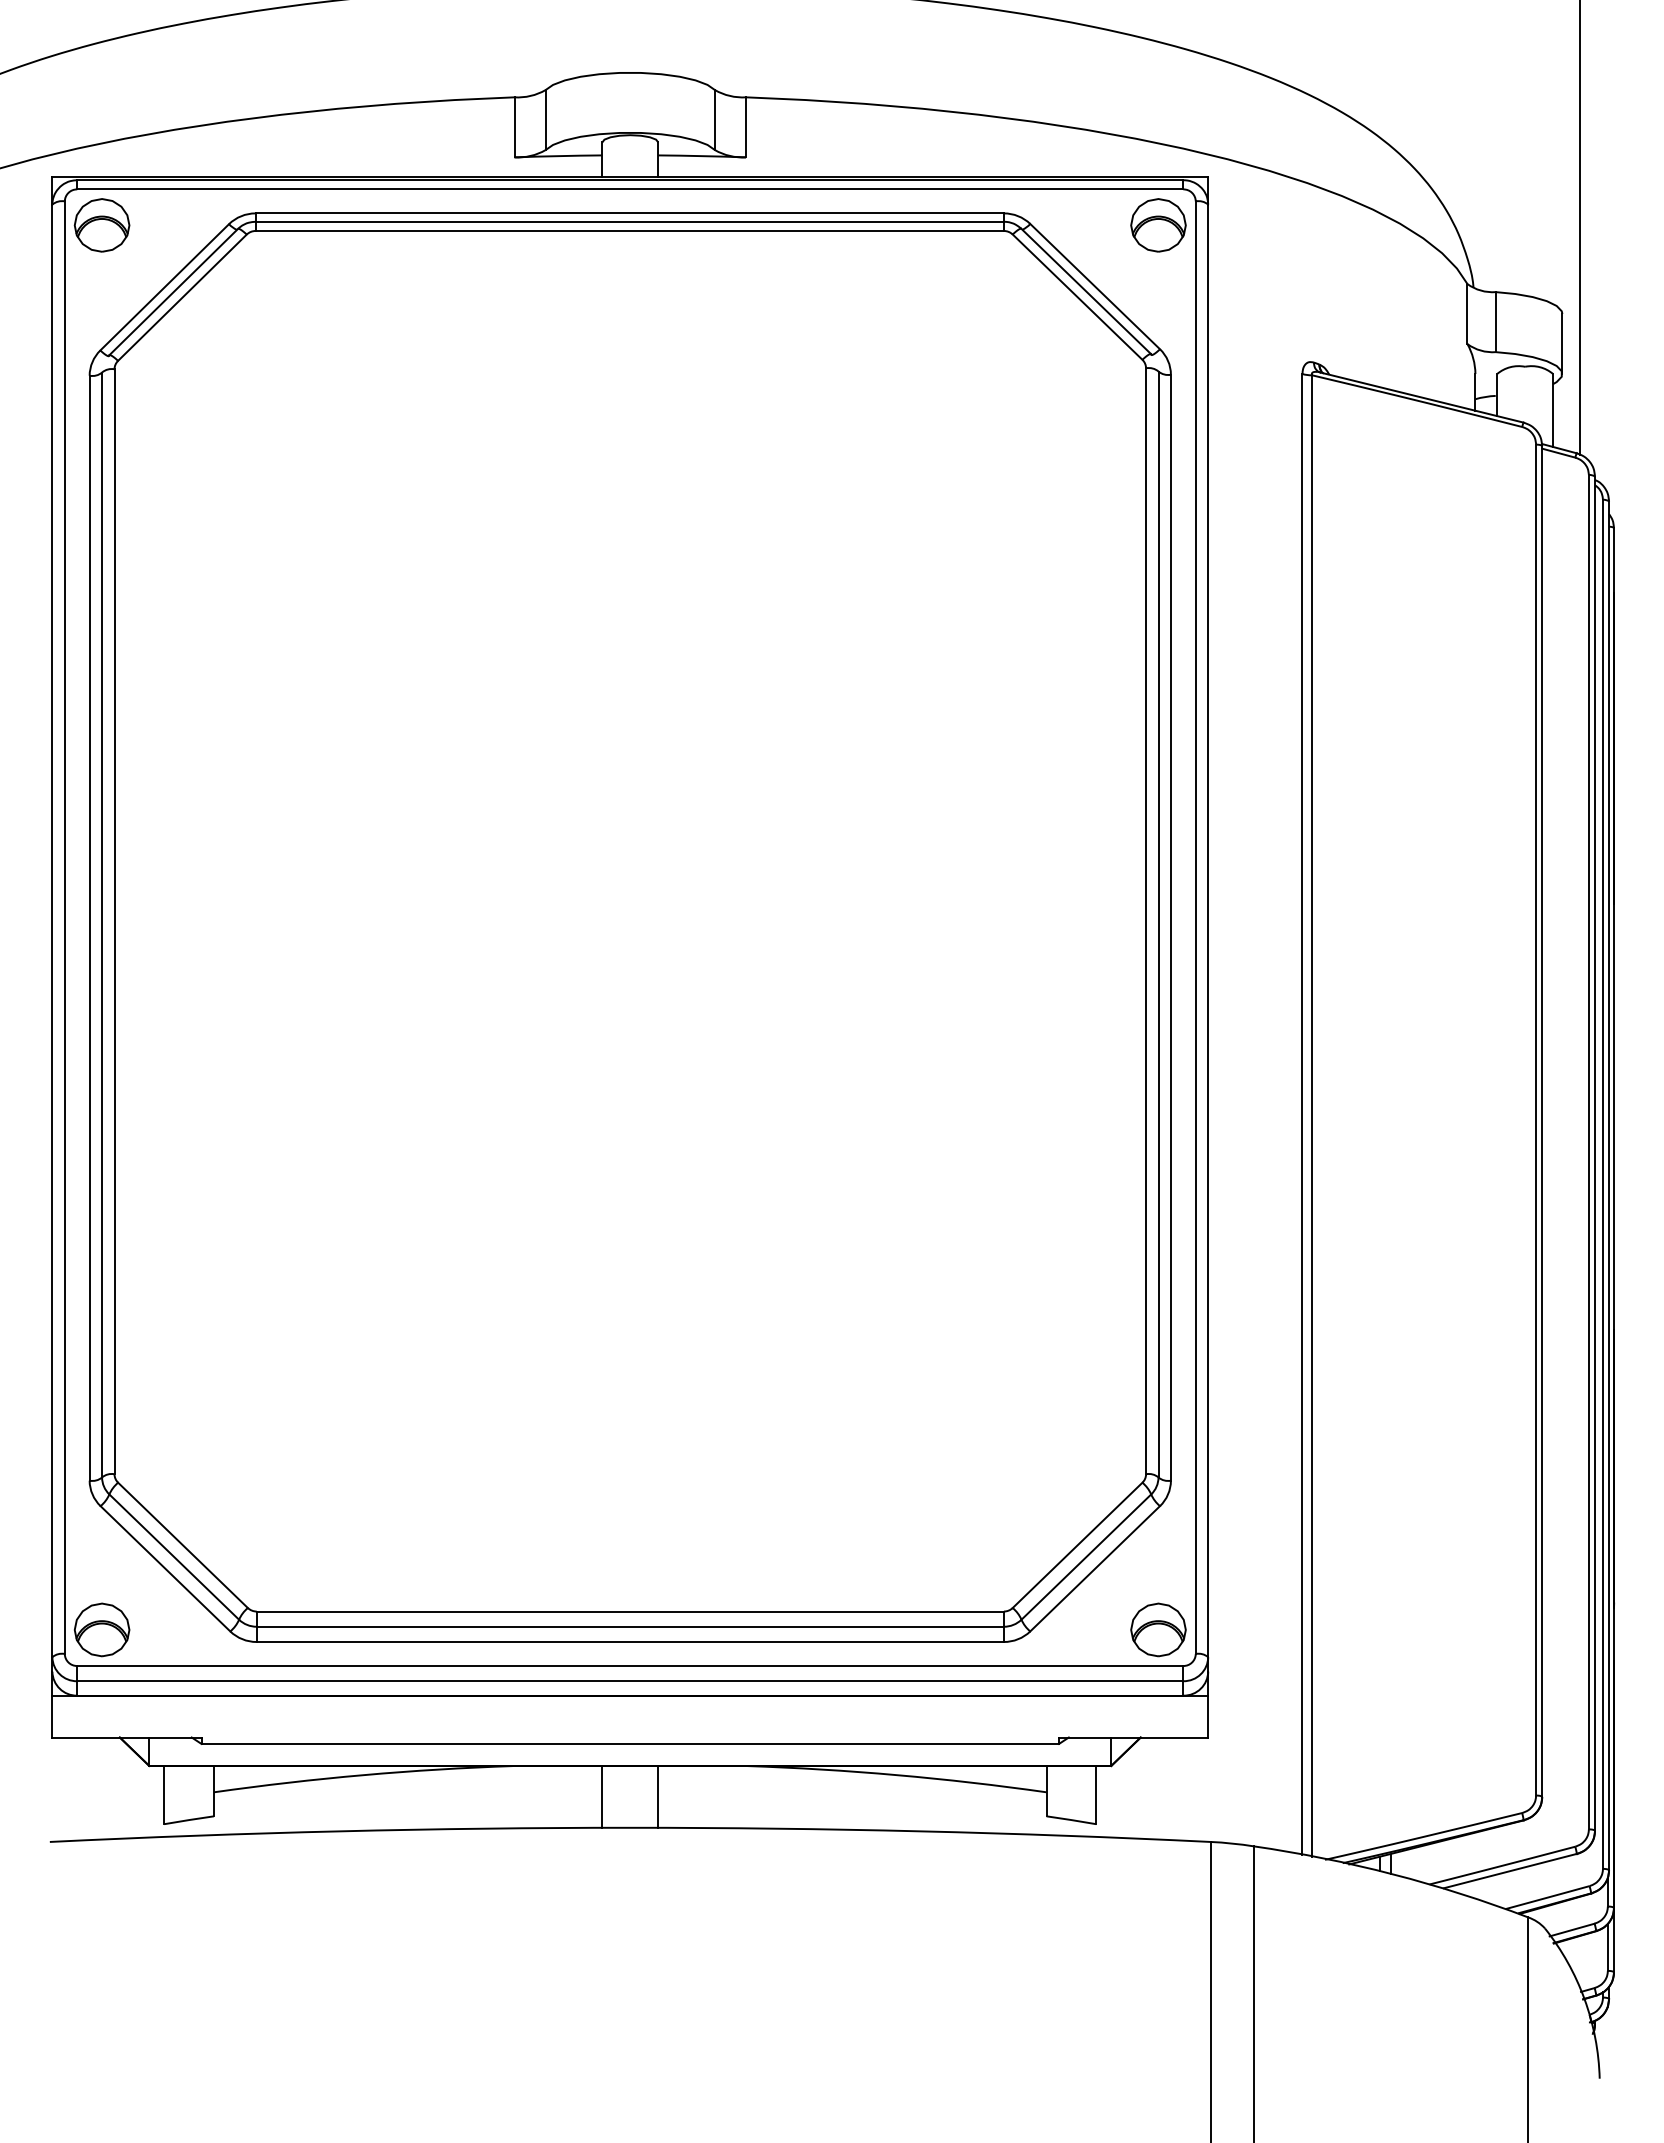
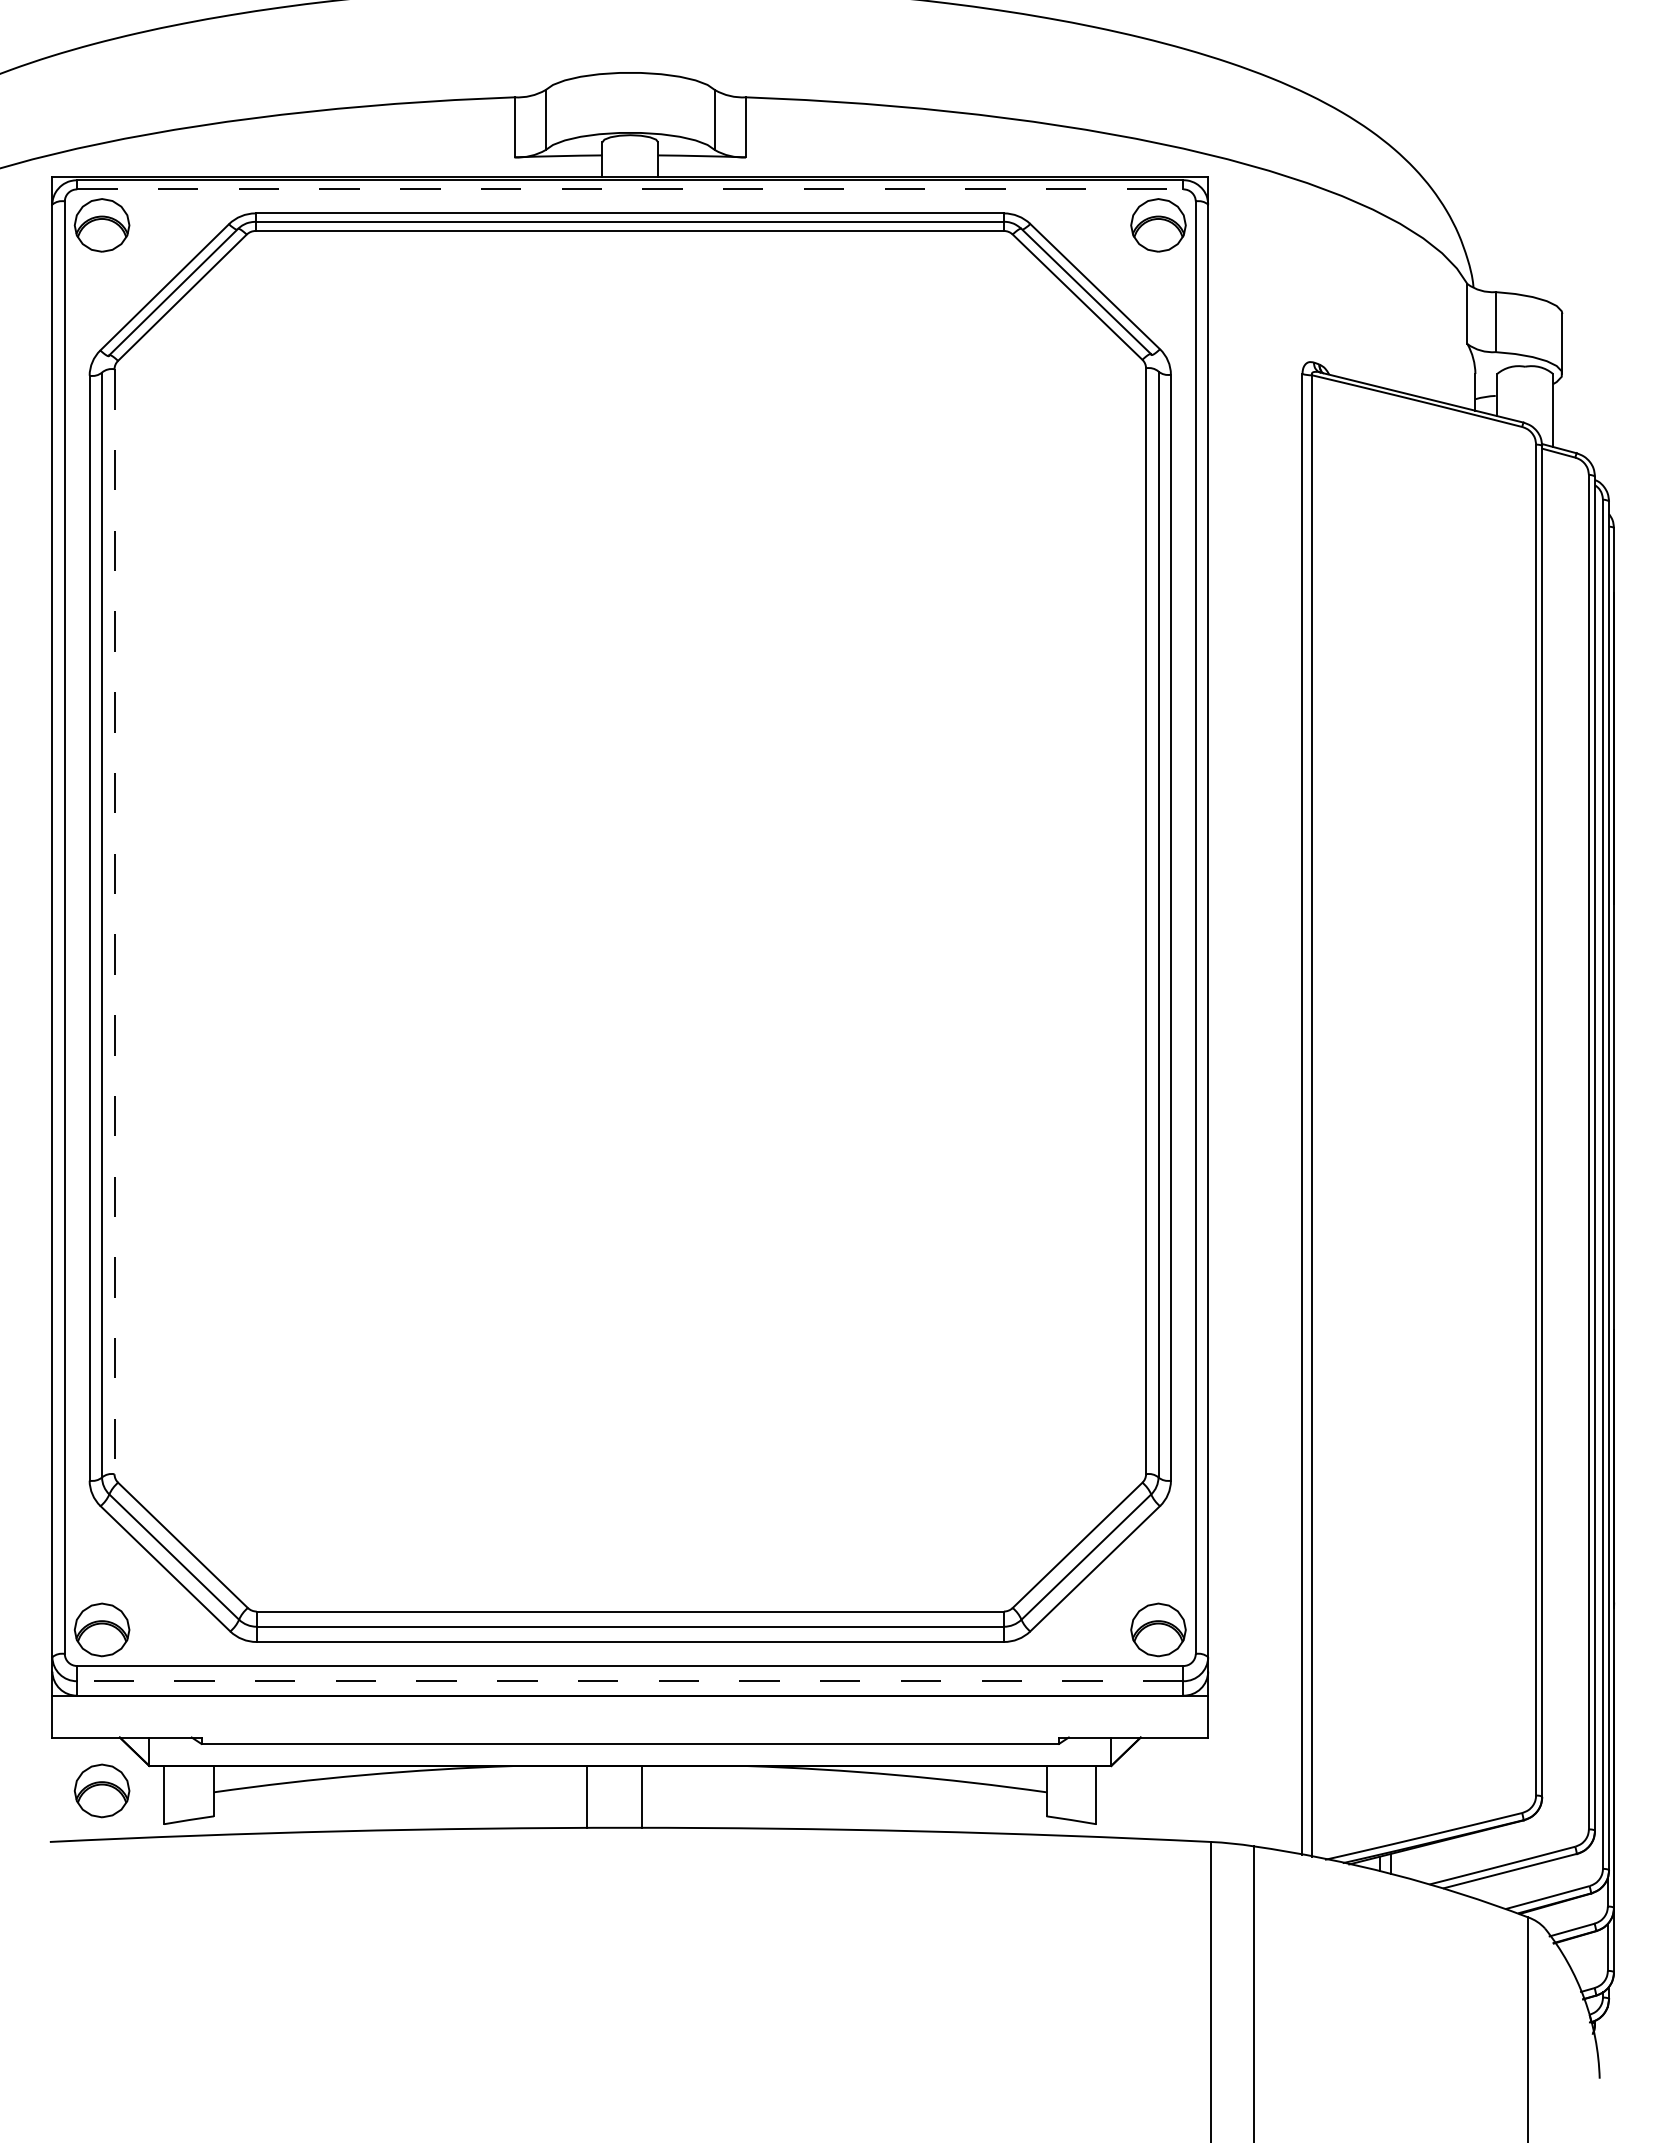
line at (630, 189): solid -> dashed
line at (1579, 228): present -> none
line at (114, 922): solid -> dashed
line at (629, 1681): solid -> dashed
part at (102, 1790): none -> present
line at (602, 1796) position: (602, 1796) -> (587, 1796)
line at (658, 1796) position: (658, 1796) -> (642, 1796)
